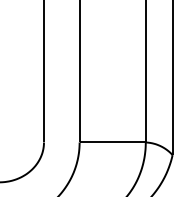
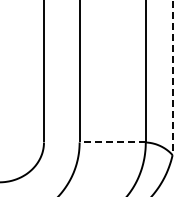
line at (172, 78): solid -> dashed
line at (112, 142): solid -> dashed
